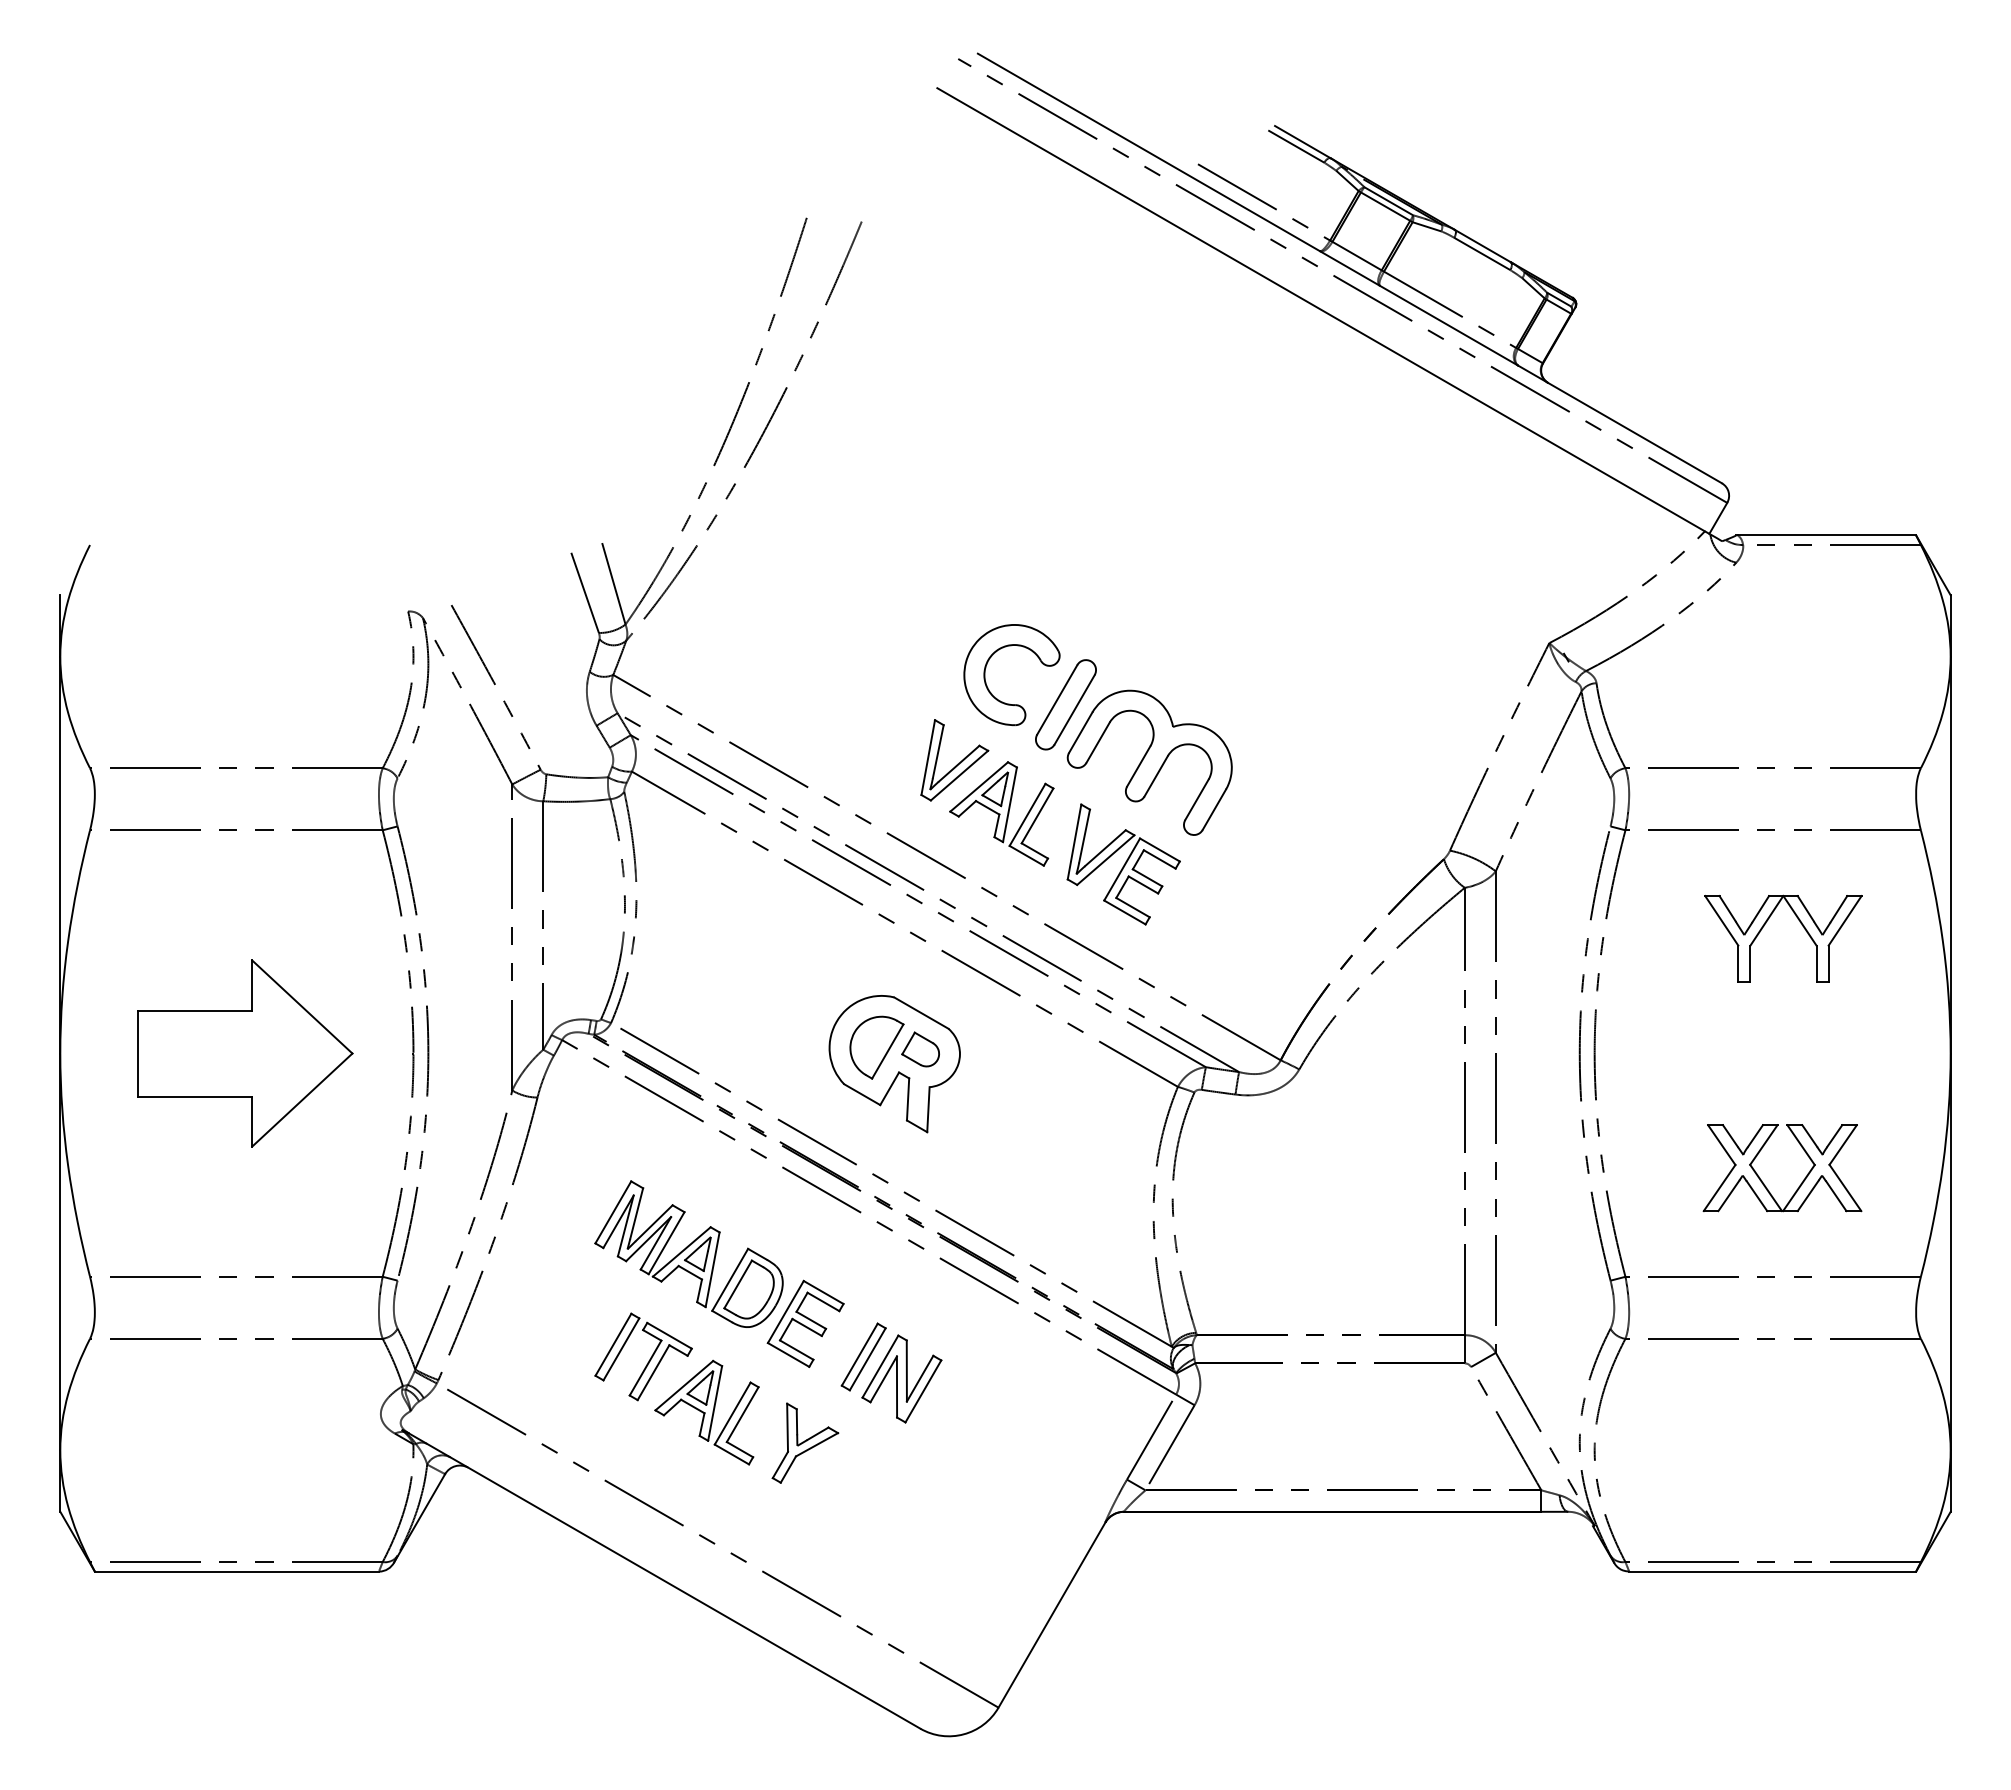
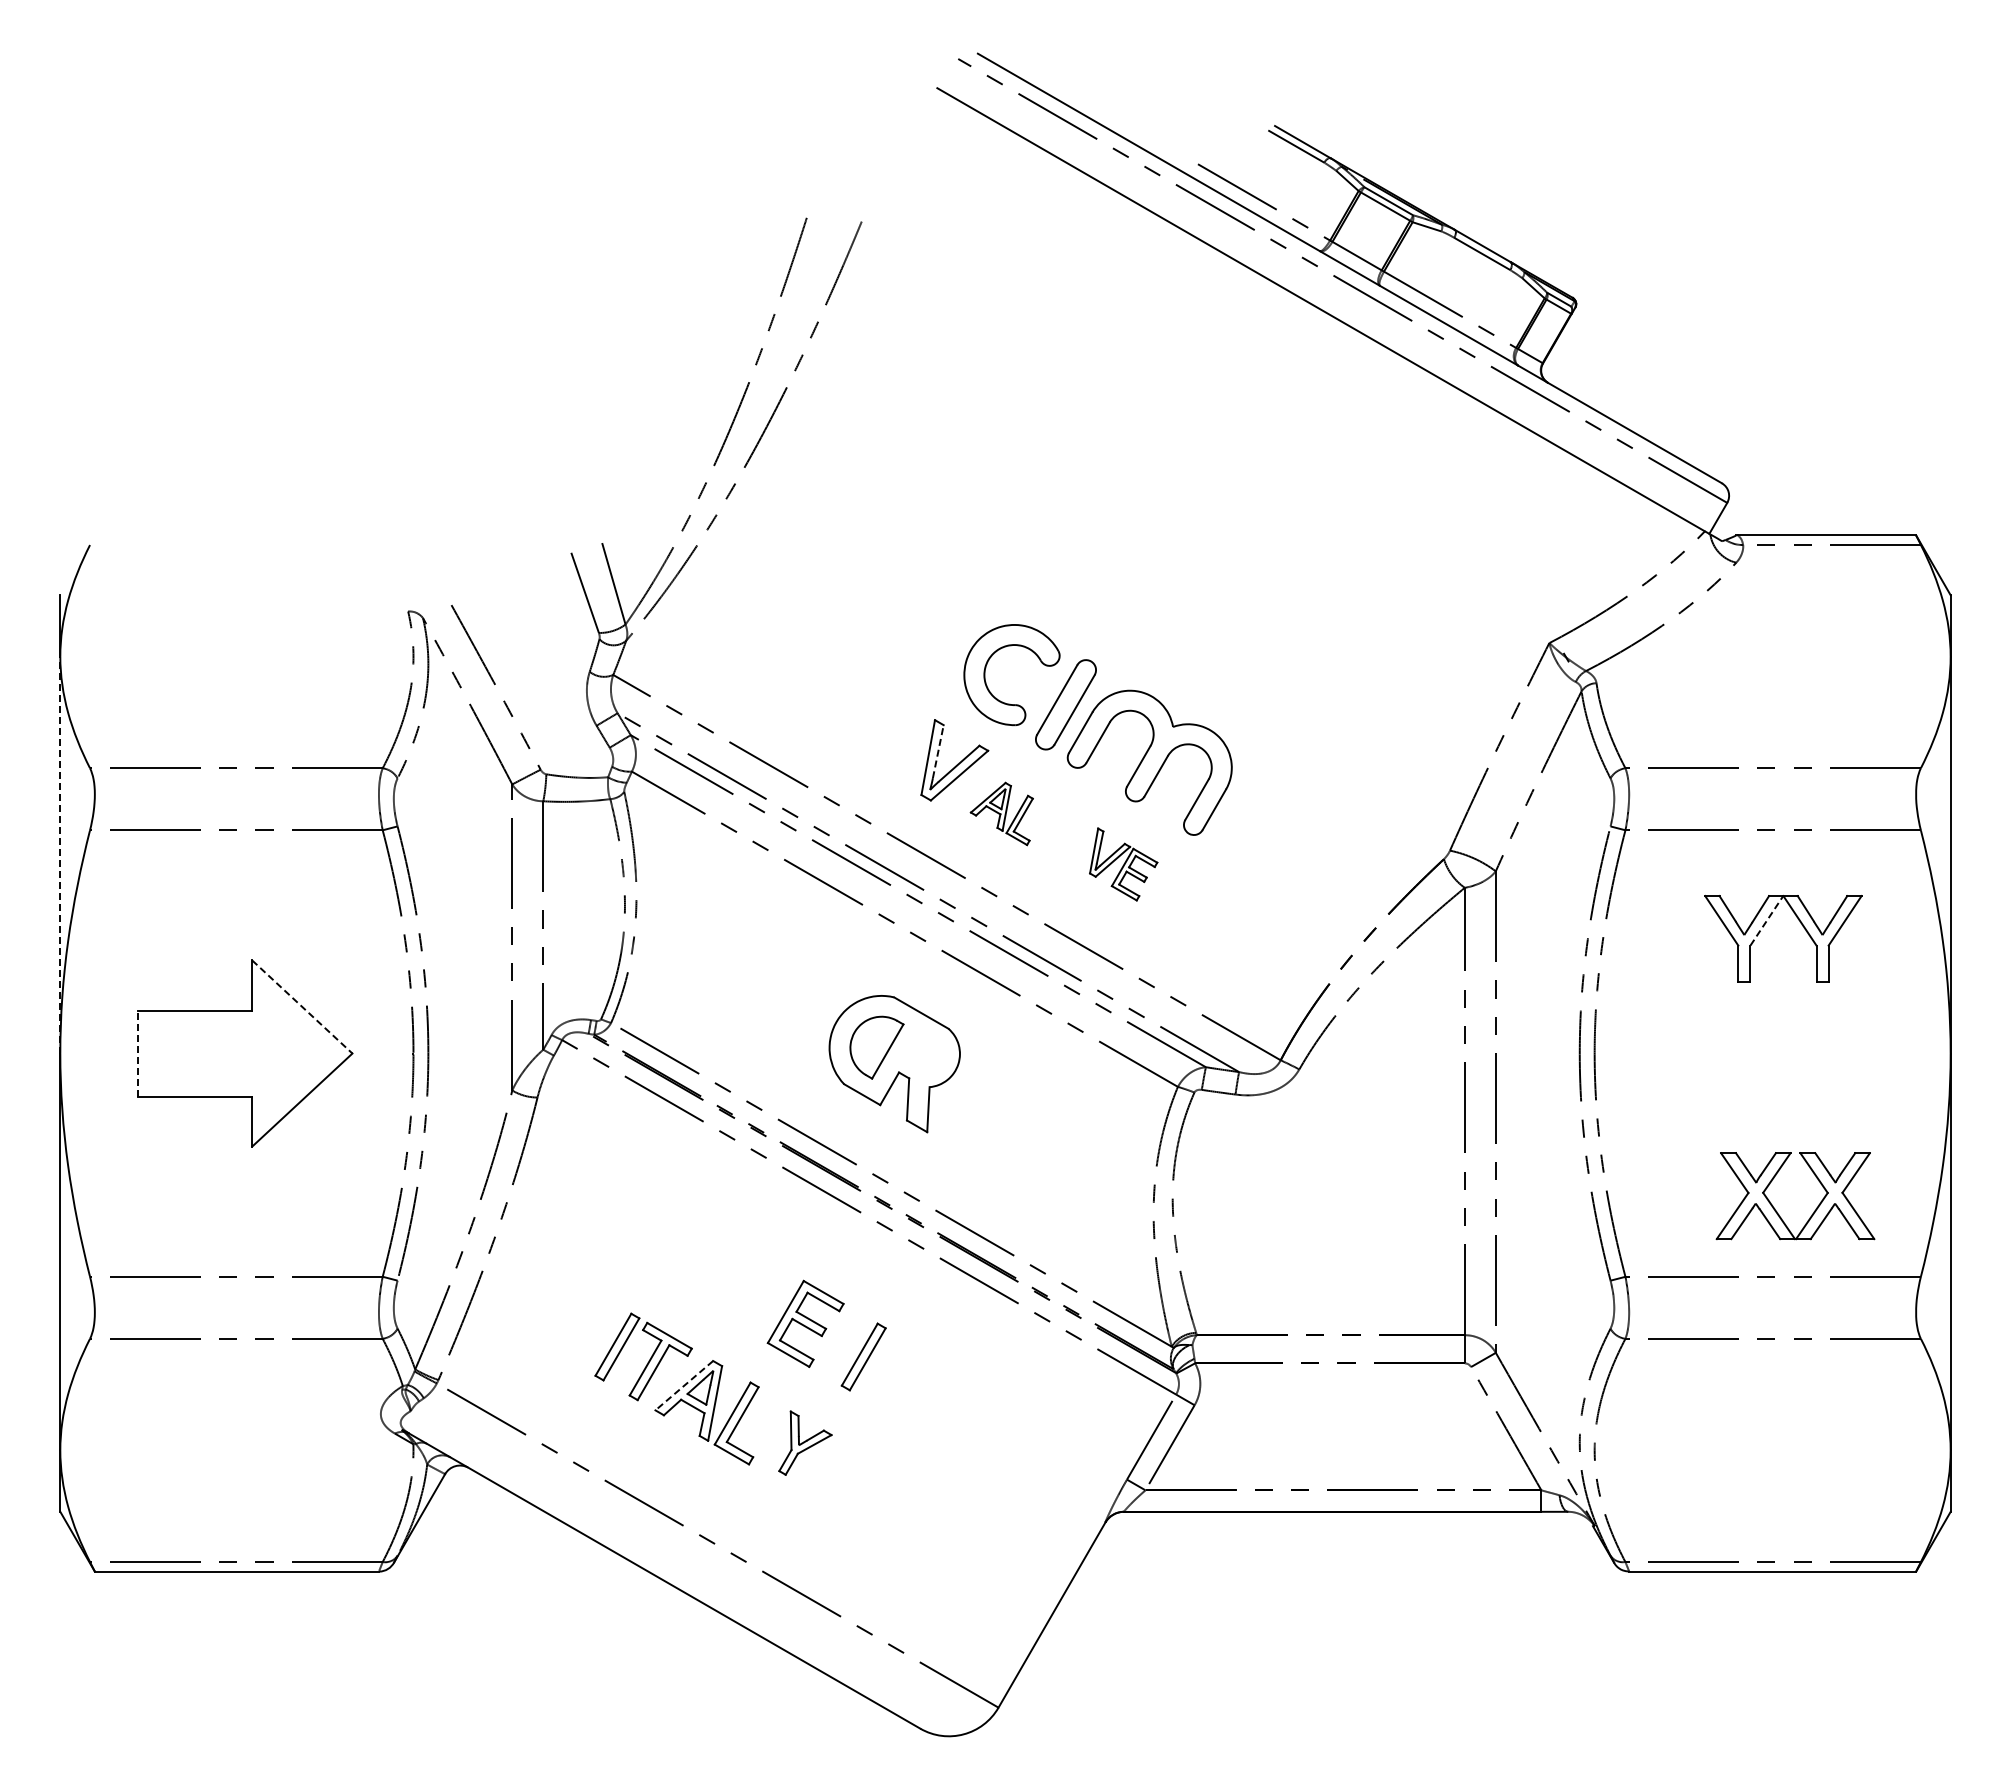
line at (938, 751): solid -> dashed
part at (1001, 813) size: 106x106 px -> 65x66 px
line at (60, 854): solid -> dashed
part at (1123, 864) size: 115x123 px -> 70x75 px
line at (1766, 920): solid -> dashed
line at (302, 1007): solid -> dashed
part at (920, 1049): present -> none
line at (137, 1053): solid -> dashed
part at (1762, 1180) position: (1762, 1180) -> (1775, 1208)
part at (688, 1253): present -> none
part at (901, 1378): present -> none
line at (684, 1385): solid -> dashed
part at (805, 1442) size: 69x82 px -> 55x66 px
